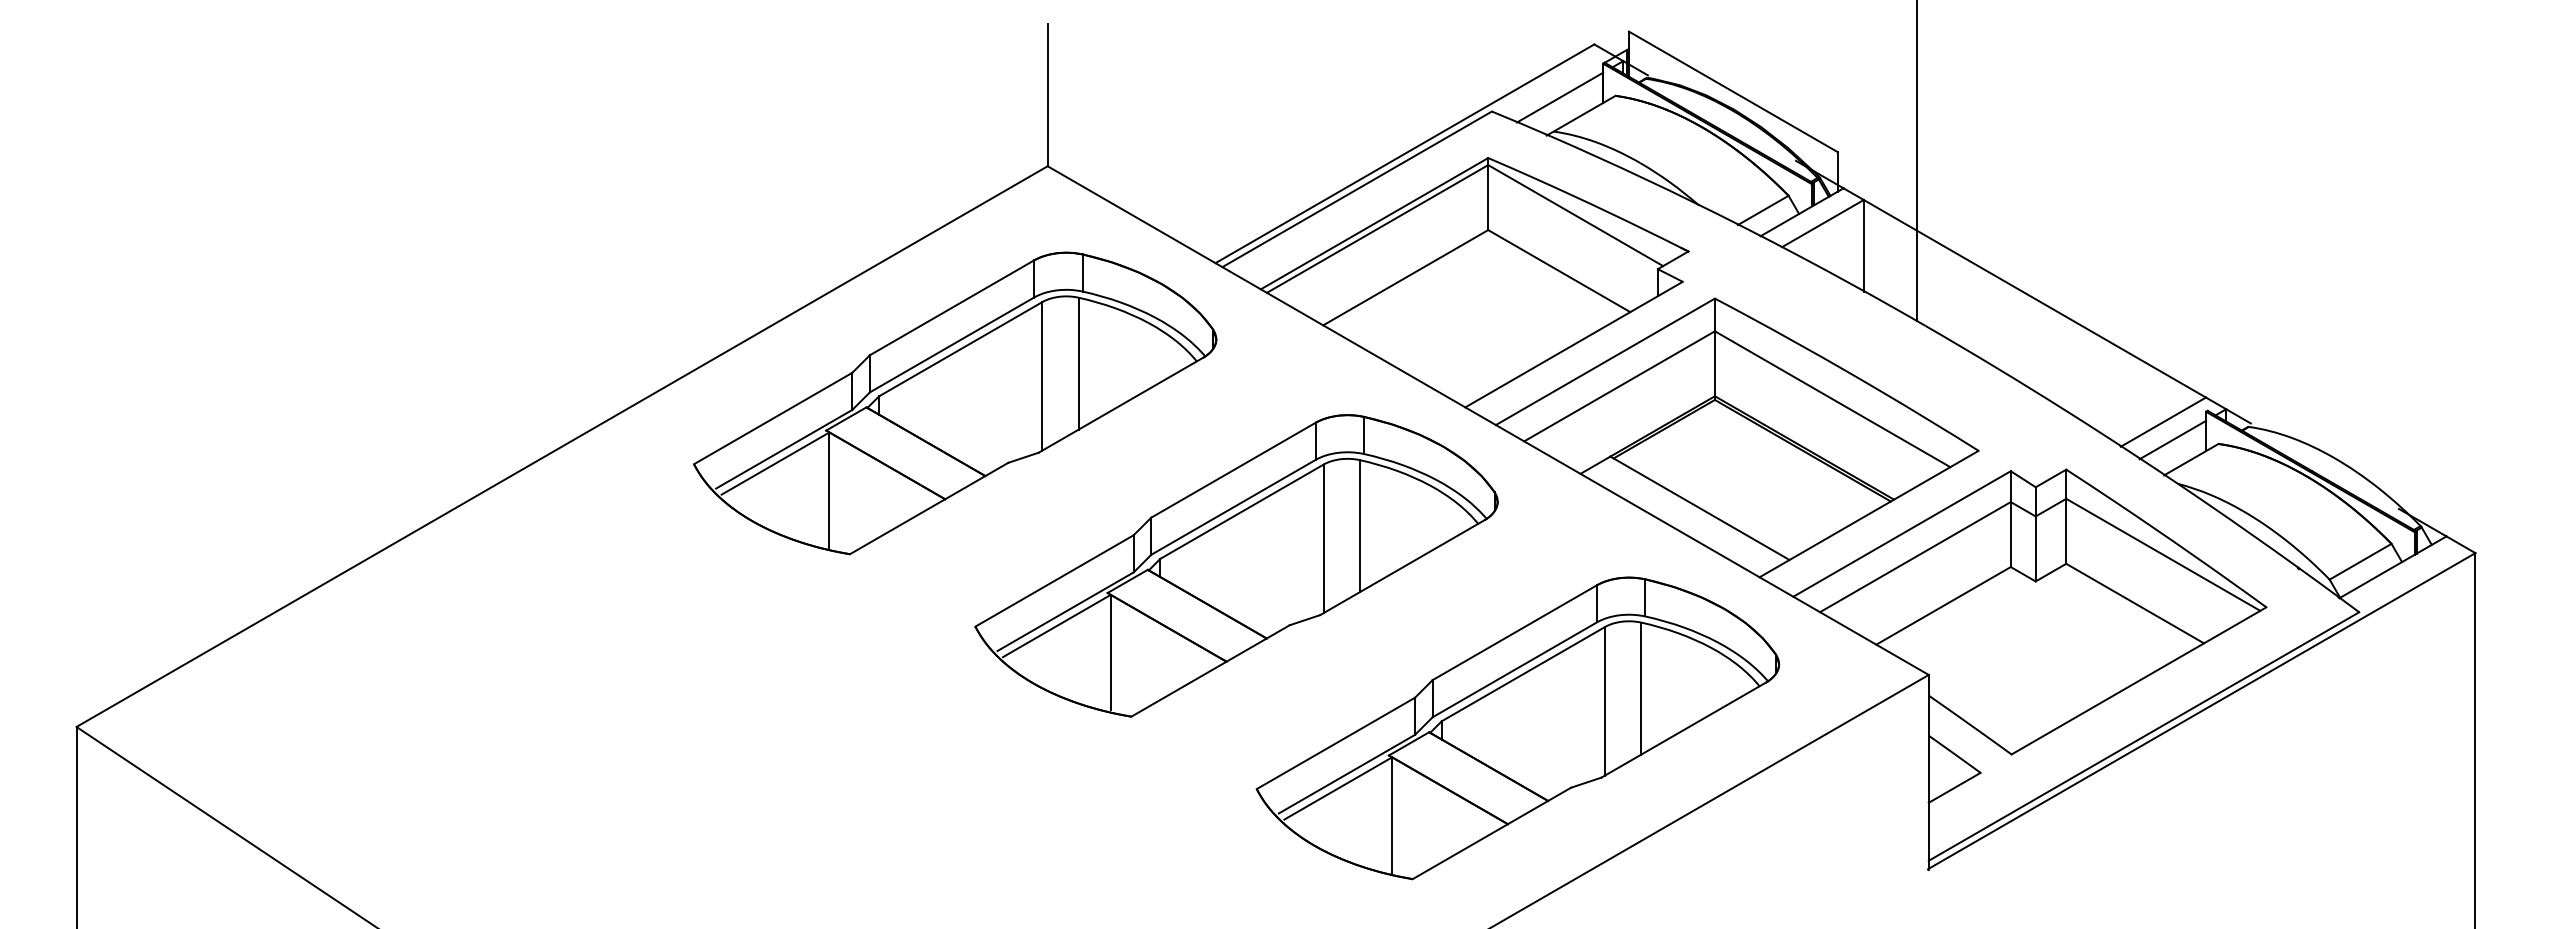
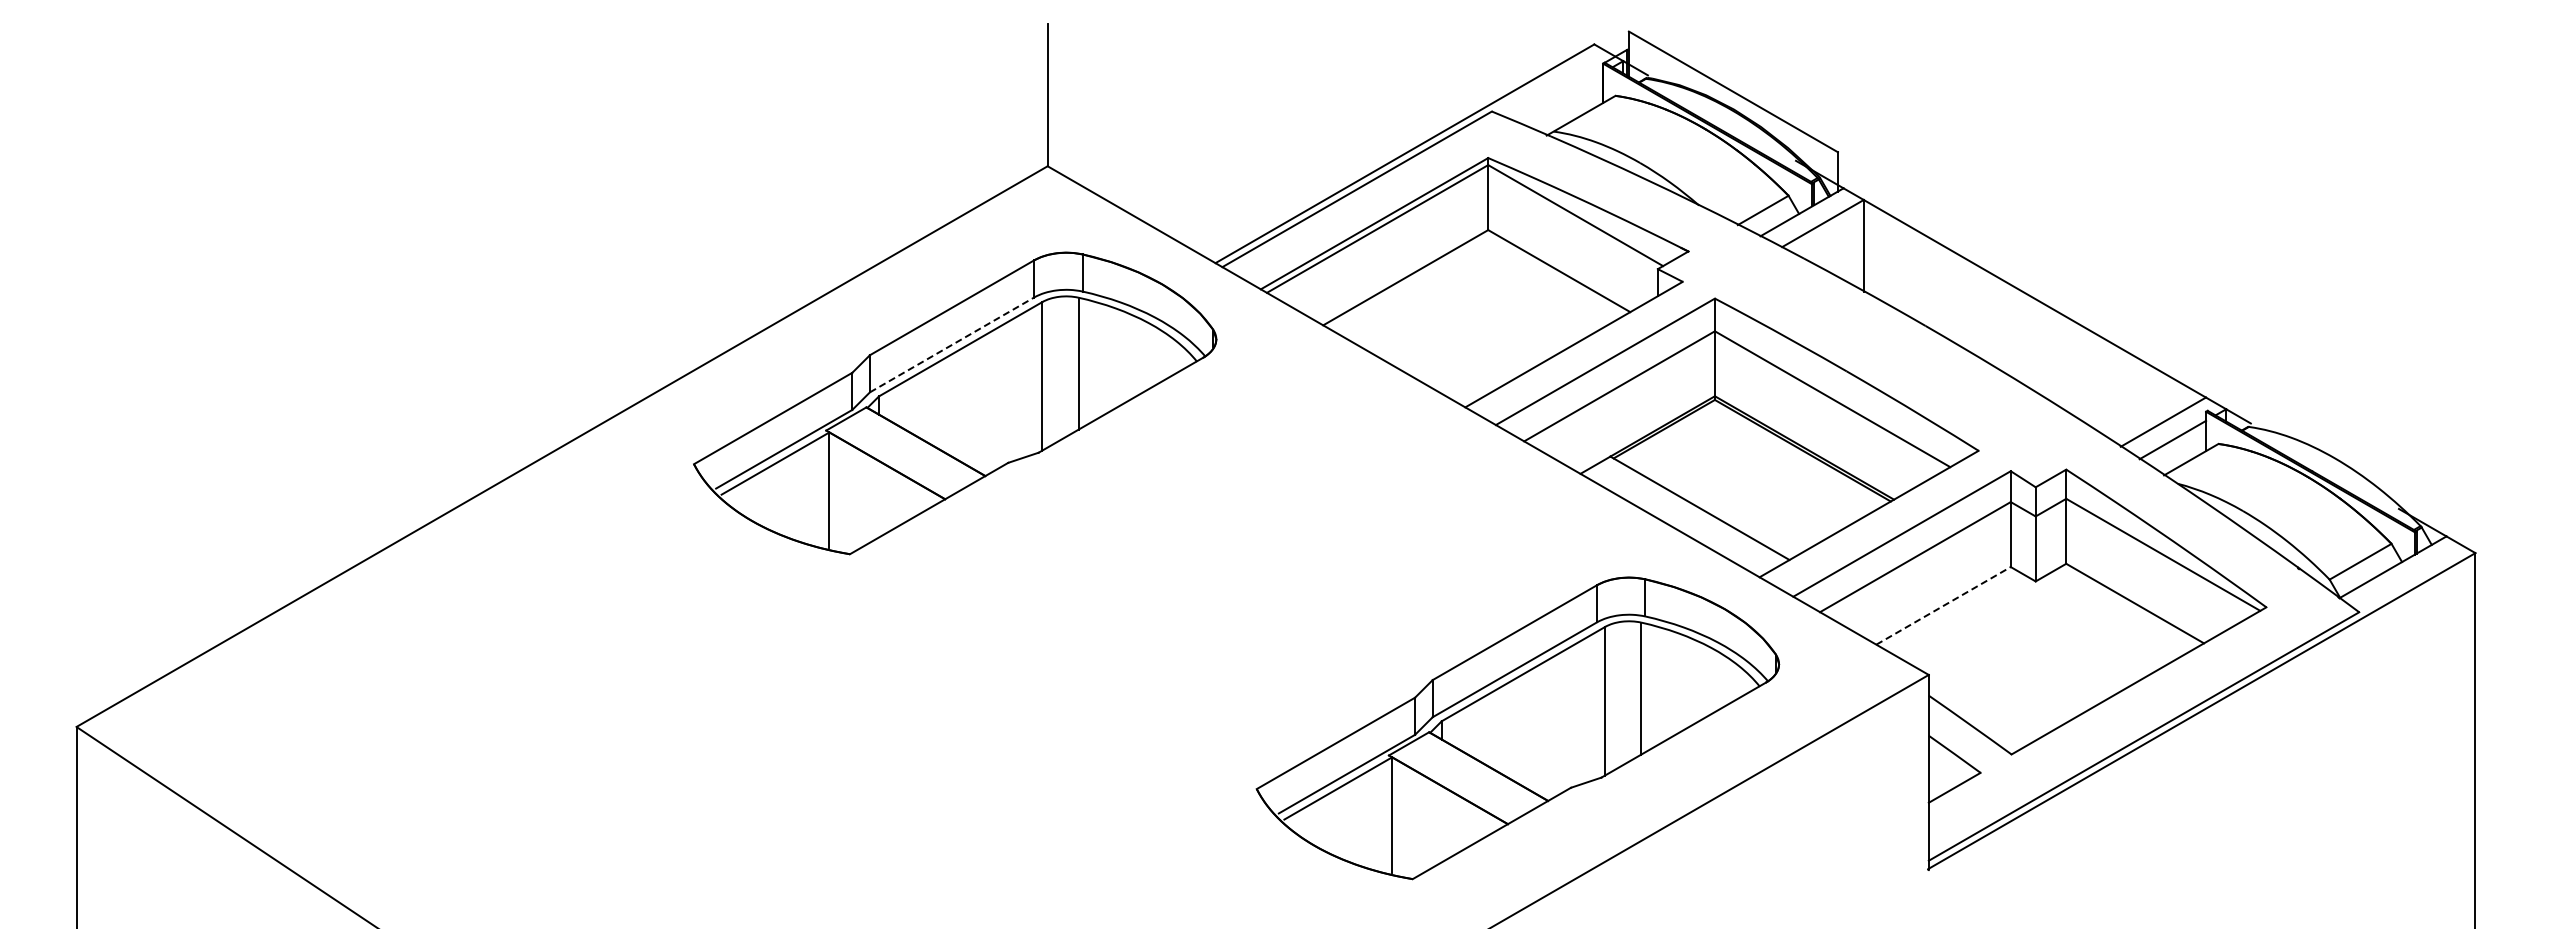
line at (1559, 97): present -> none
line at (1917, 161): present -> none
line at (952, 344): solid -> dashed
part at (1236, 565): present -> none
line at (1943, 605): solid -> dashed
